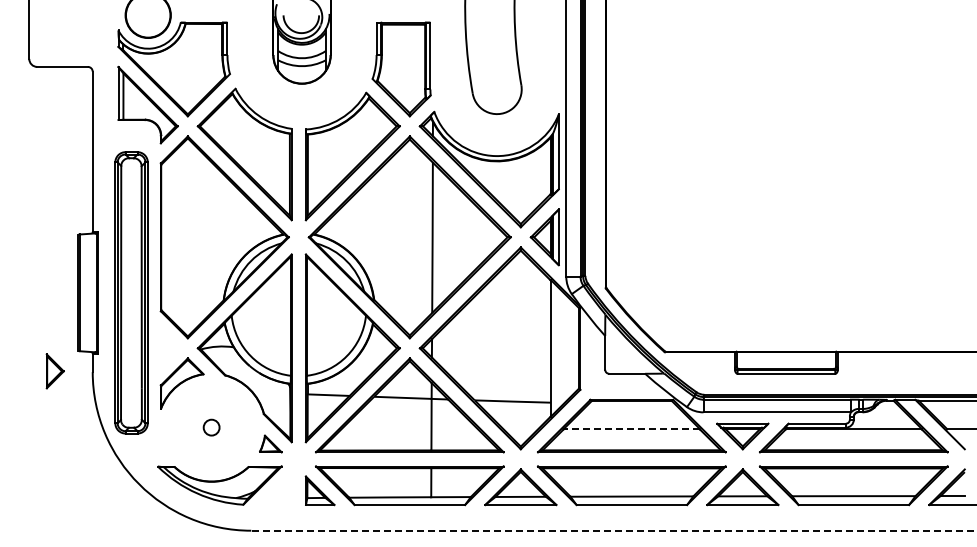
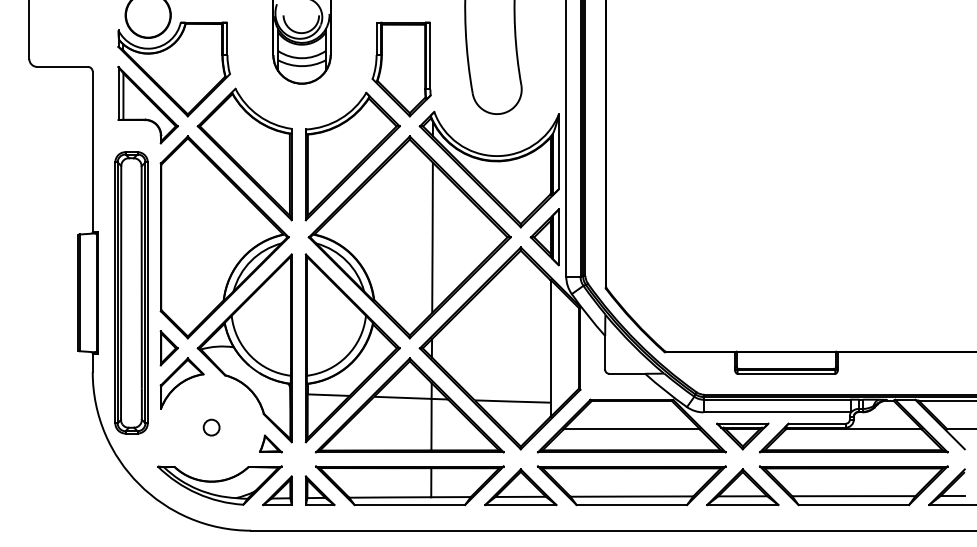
part at (54, 371) position: (54, 371) -> (168, 348)
line at (631, 429): dashed -> solid
part at (277, 490): none -> present
line at (614, 530): dashed -> solid
